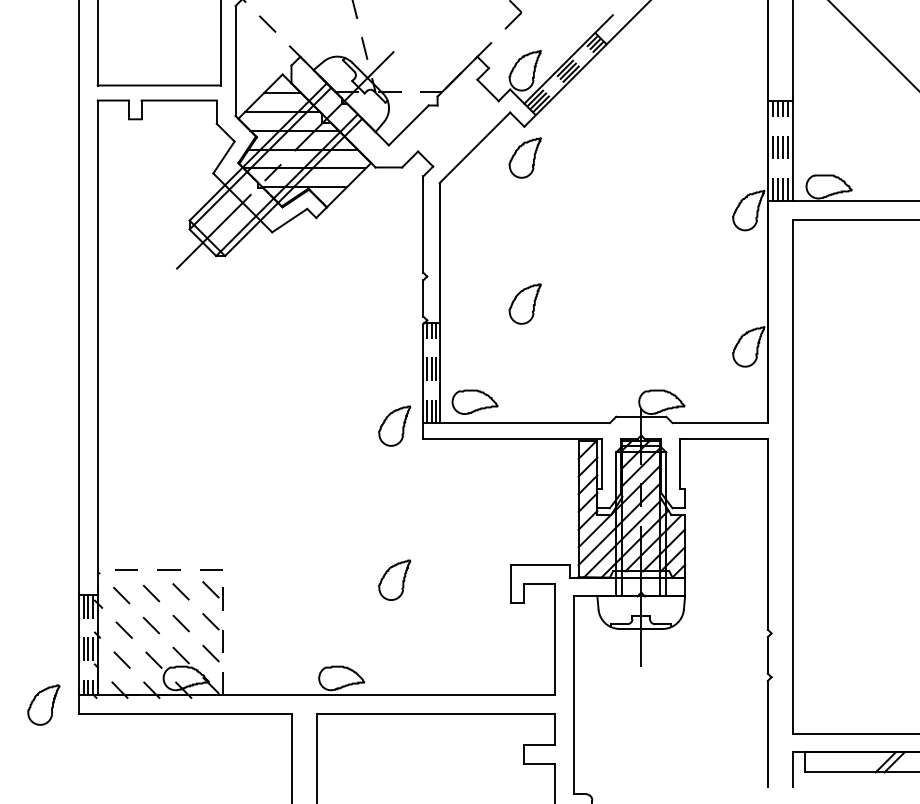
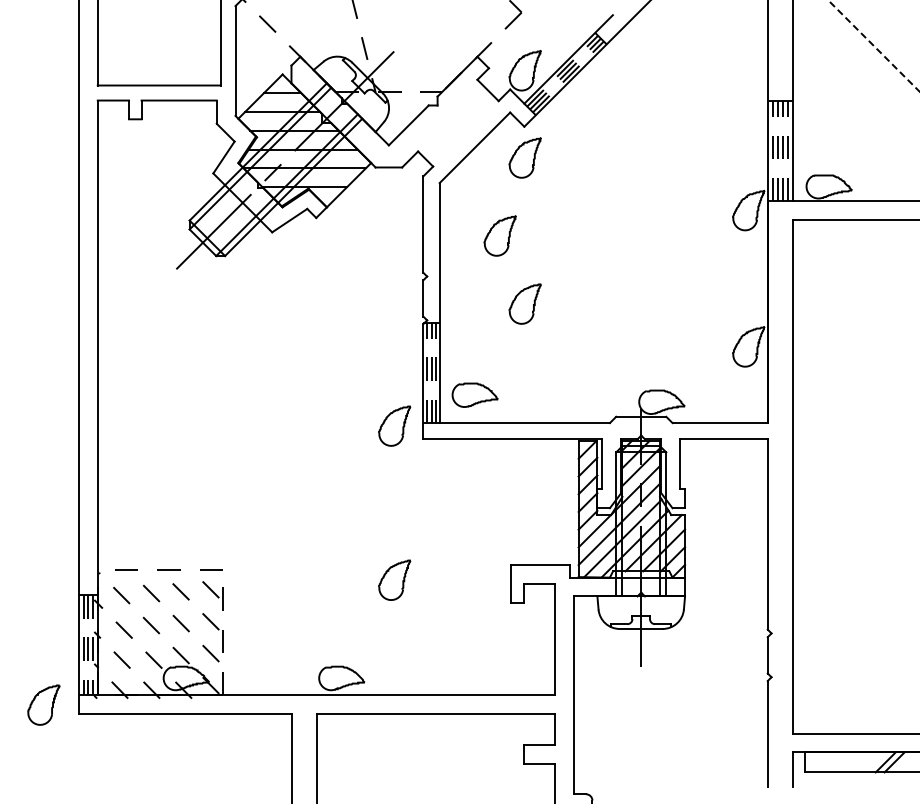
line at (873, 45): solid -> dashed
part at (499, 235): none -> present
part at (474, 401) position: (474, 401) -> (474, 394)
